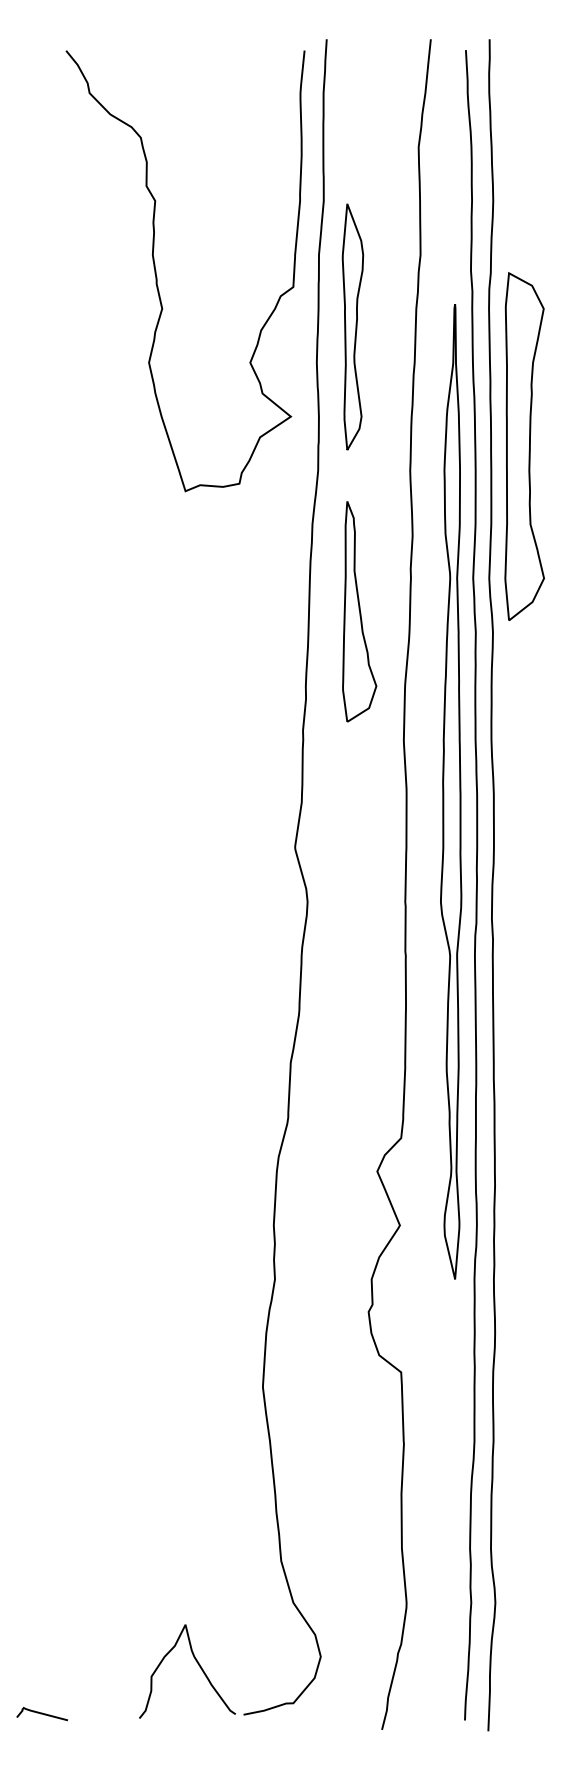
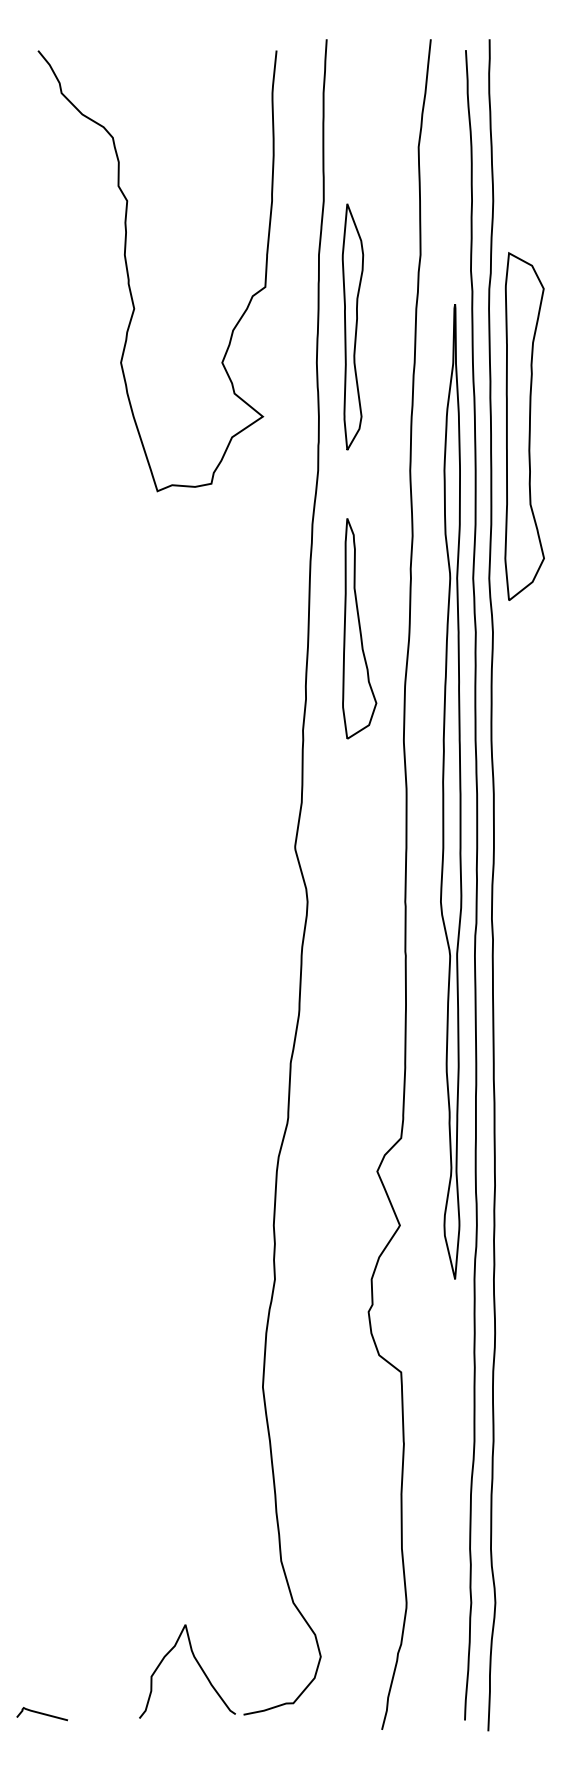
curve at (157, 276) position: (157, 276) -> (129, 276)
part at (524, 446) position: (524, 446) -> (524, 426)
part at (359, 611) position: (359, 611) -> (359, 628)
